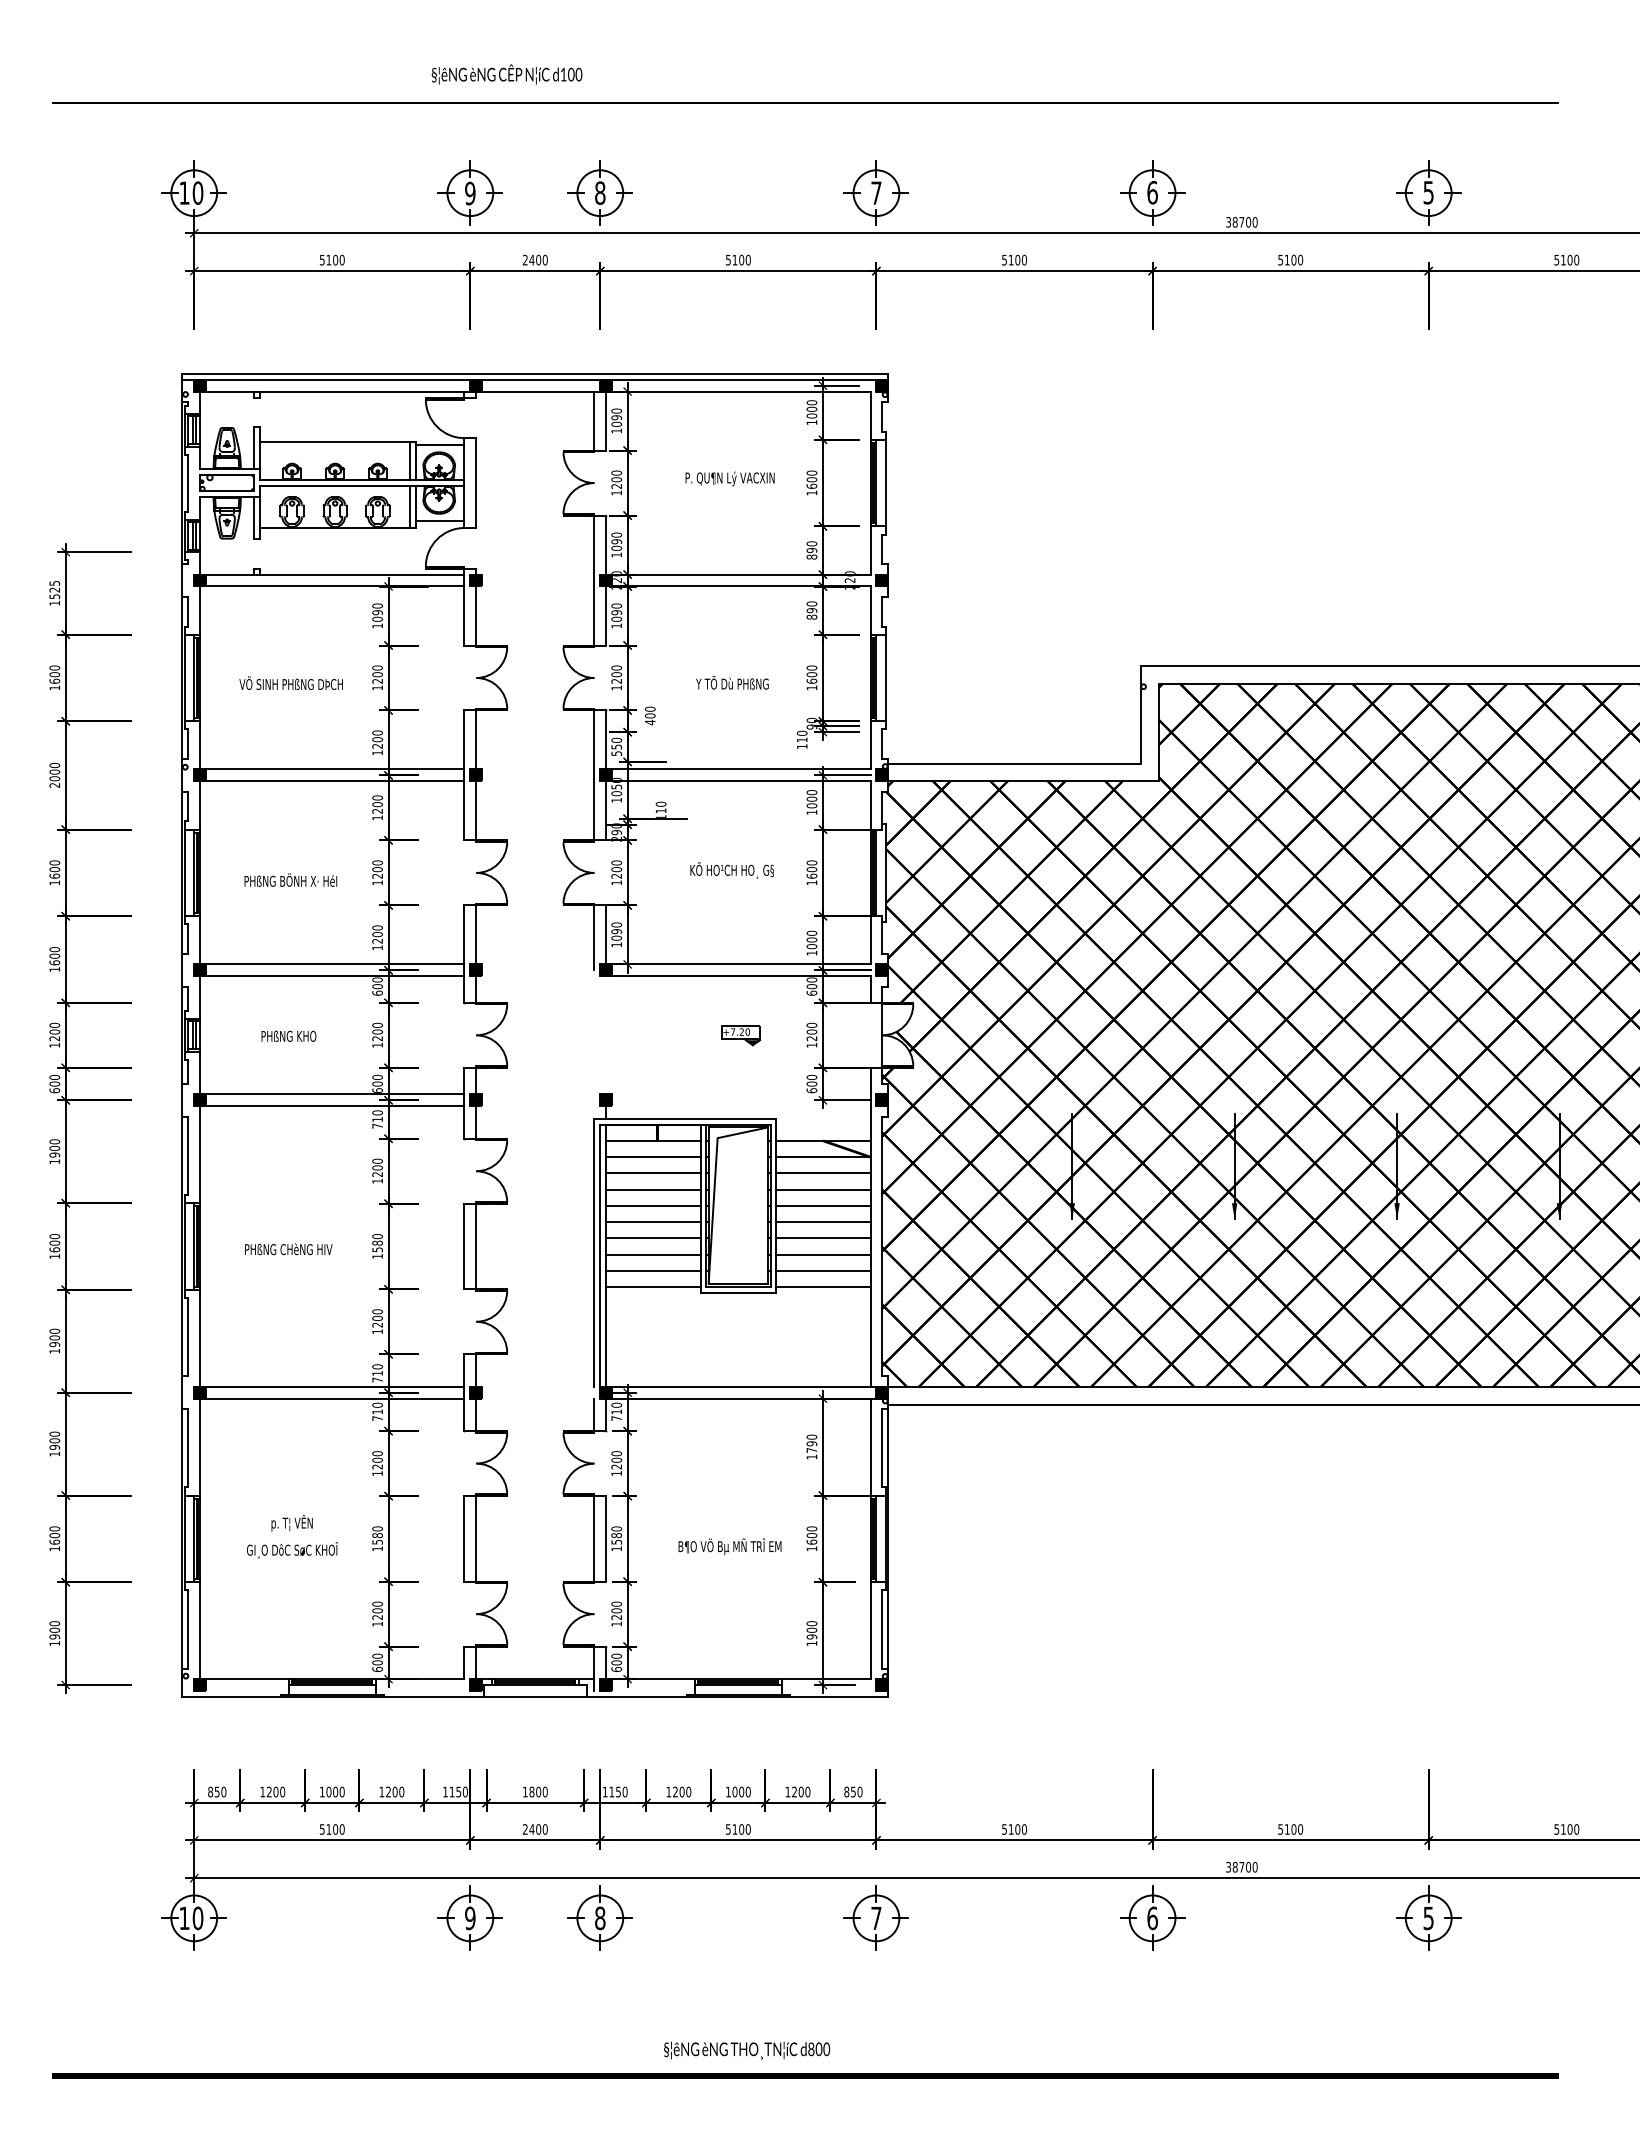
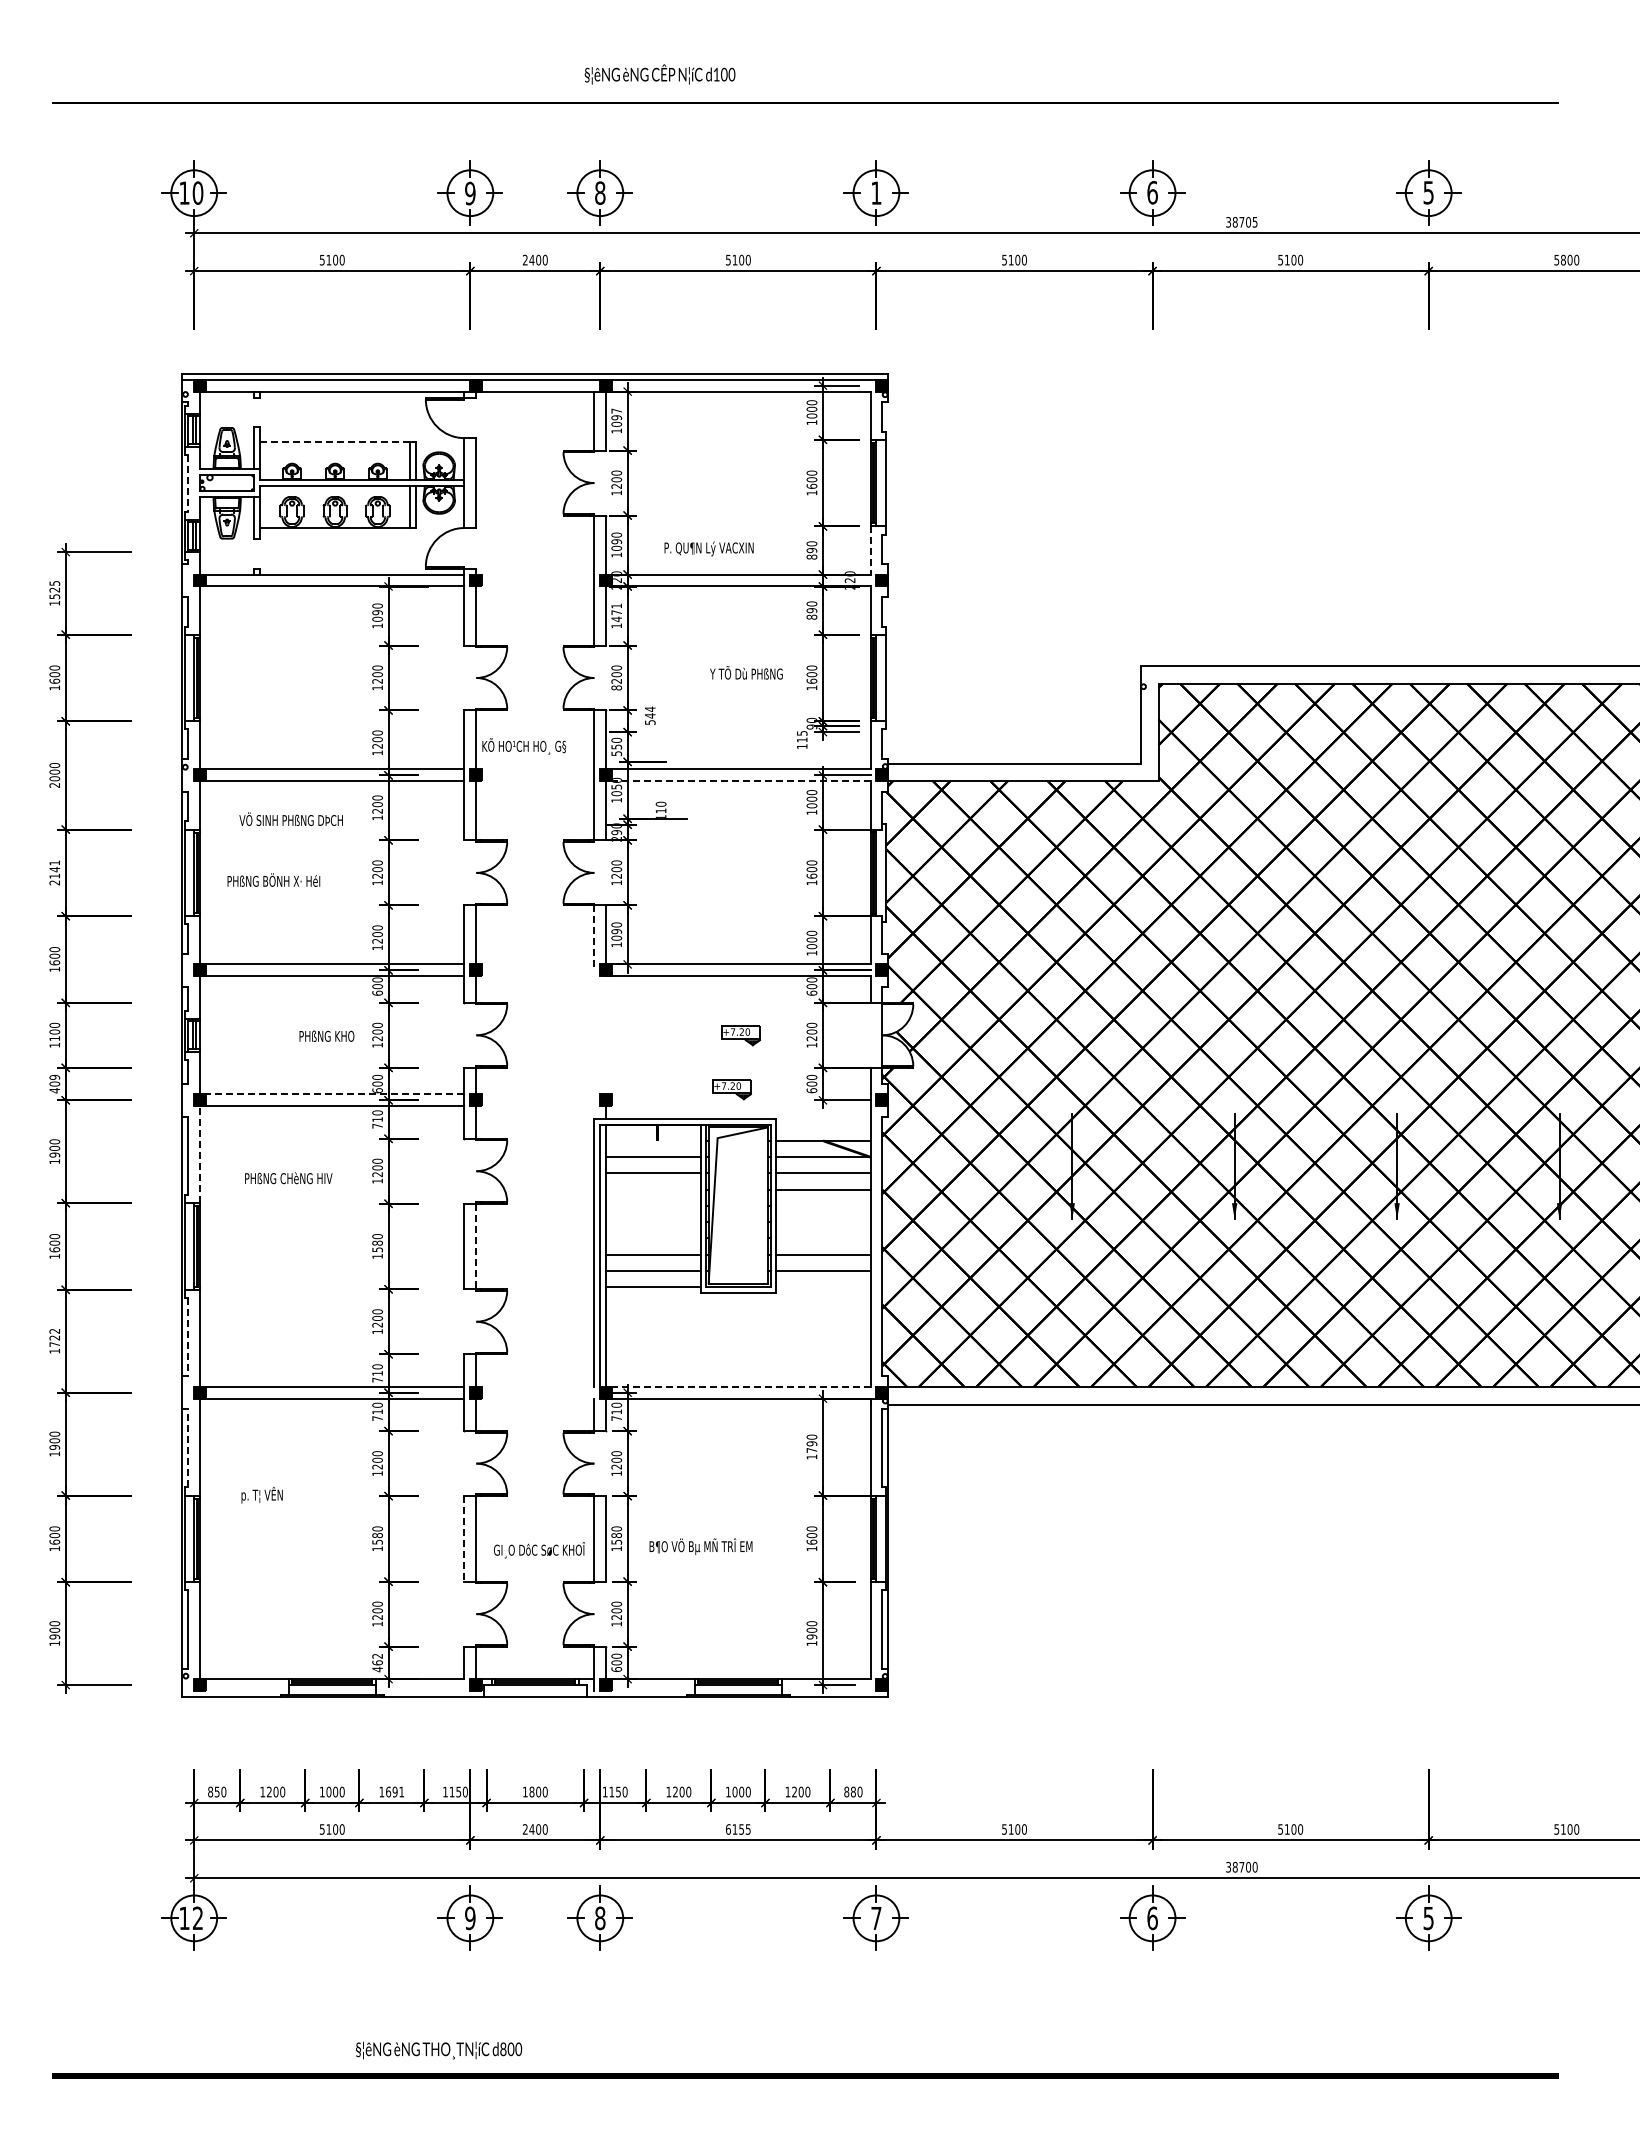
text at (506, 74) position: (506, 74) -> (659, 74)
text at (876, 192): 7 -> 1
text at (1254, 222): 38700 -> 38705
text at (1563, 259): 5100 -> 5800
text at (616, 410): 1090 -> 1097
line at (334, 442): solid -> dashed
line at (439, 444): present -> none
text at (729, 478) position: (729, 478) -> (708, 548)
line at (188, 483): solid -> dashed
line at (439, 521): present -> none
line at (870, 550): solid -> dashed
text at (616, 612): 1090 -> 1471
text at (290, 682) position: (290, 682) -> (290, 818)
text at (732, 682) position: (732, 682) -> (746, 672)
text at (616, 687): 1200 -> 8200
text at (649, 715): 400 -> 544
text at (801, 732): 110 -> 115
line at (737, 781): solid -> dashed
text at (732, 870) position: (732, 870) -> (524, 746)
text at (54, 872): 1600 -> 2141
text at (290, 879) position: (290, 879) -> (273, 879)
line at (594, 938): solid -> dashed
text at (288, 1035) position: (288, 1035) -> (326, 1035)
text at (54, 1038): 1200 -> 1100
text at (54, 1084): 600 -> 409
part at (731, 1089): none -> present
line at (331, 1094): solid -> dashed
line at (653, 1140): present -> none
line at (200, 1154): solid -> dashed
line at (653, 1189): present -> none
line at (653, 1205): present -> none
line at (823, 1205): present -> none
line at (653, 1222): present -> none
line at (823, 1222): present -> none
line at (653, 1238): present -> none
line at (823, 1238): present -> none
line at (476, 1246): solid -> dashed
text at (288, 1249) position: (288, 1249) -> (288, 1178)
line at (823, 1287): present -> none
text at (54, 1337): 1900 -> 1722
line at (188, 1337): solid -> dashed
line at (743, 1386): solid -> dashed
line at (188, 1447): solid -> dashed
text at (291, 1523) position: (291, 1523) -> (261, 1495)
line at (464, 1538): solid -> dashed
text at (729, 1546) position: (729, 1546) -> (700, 1546)
text at (292, 1550) position: (292, 1550) -> (539, 1550)
text at (377, 1662): 600 -> 462
text at (395, 1791): 1200 -> 1691
text at (852, 1791): 850 -> 880
text at (737, 1829): 5100 -> 6155
text at (197, 1918): 10 -> 12
text at (747, 2050) position: (747, 2050) -> (439, 2050)
